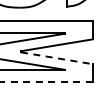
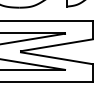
line at (57, 58): dashed -> solid
line at (46, 82): dashed -> solid
